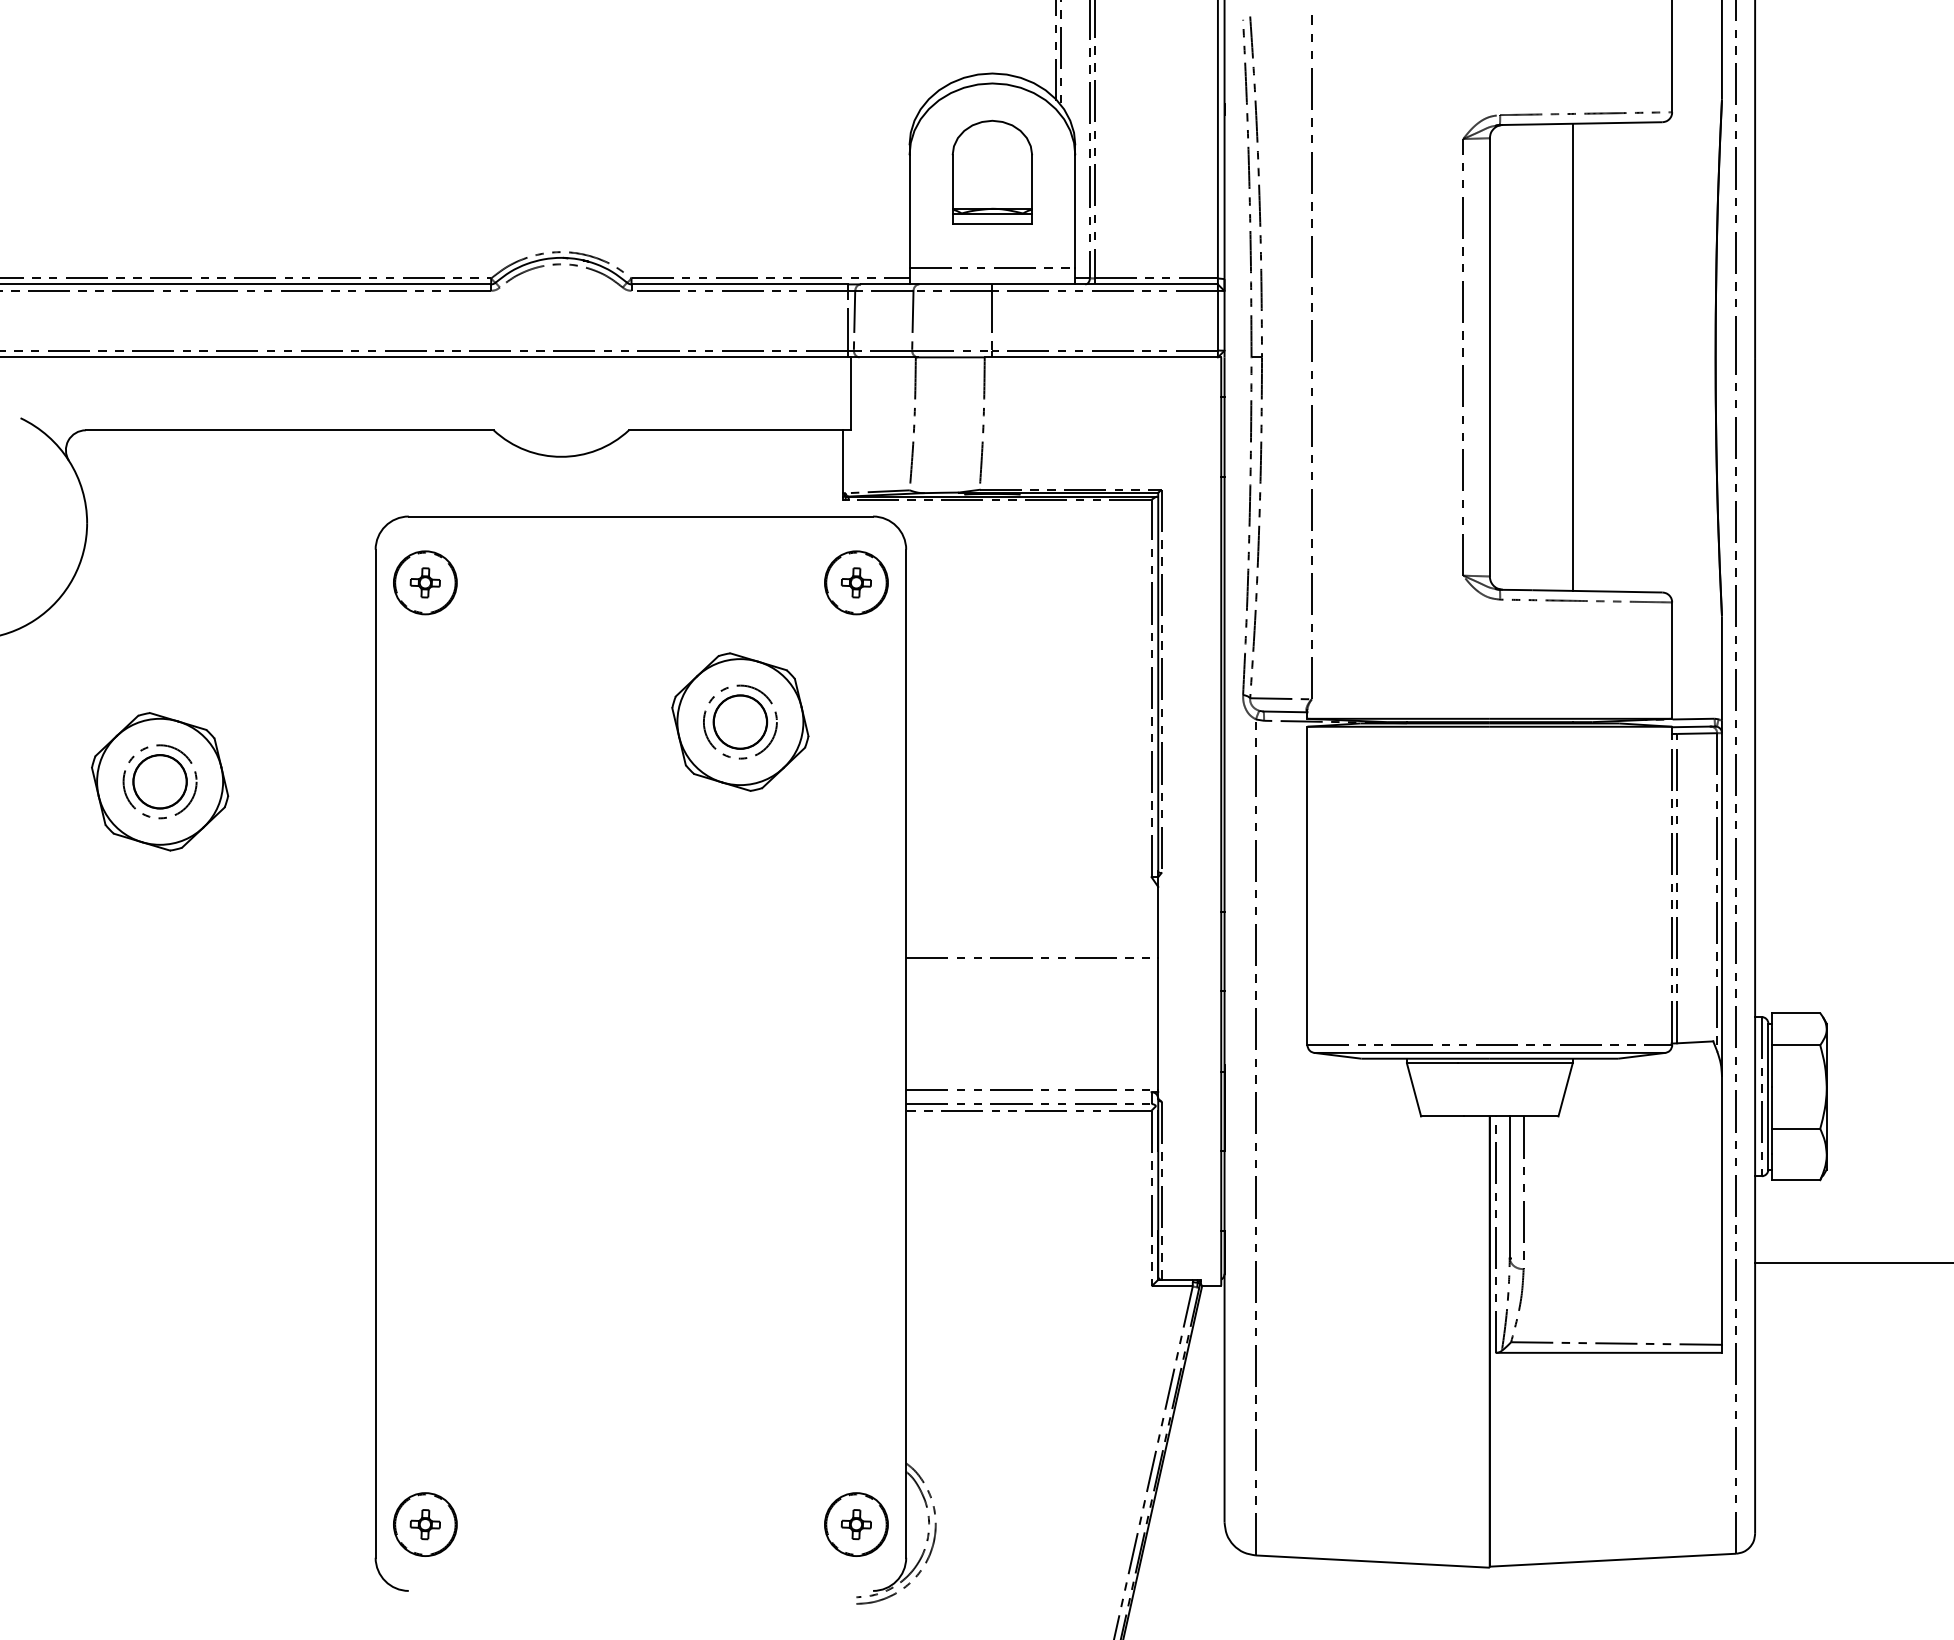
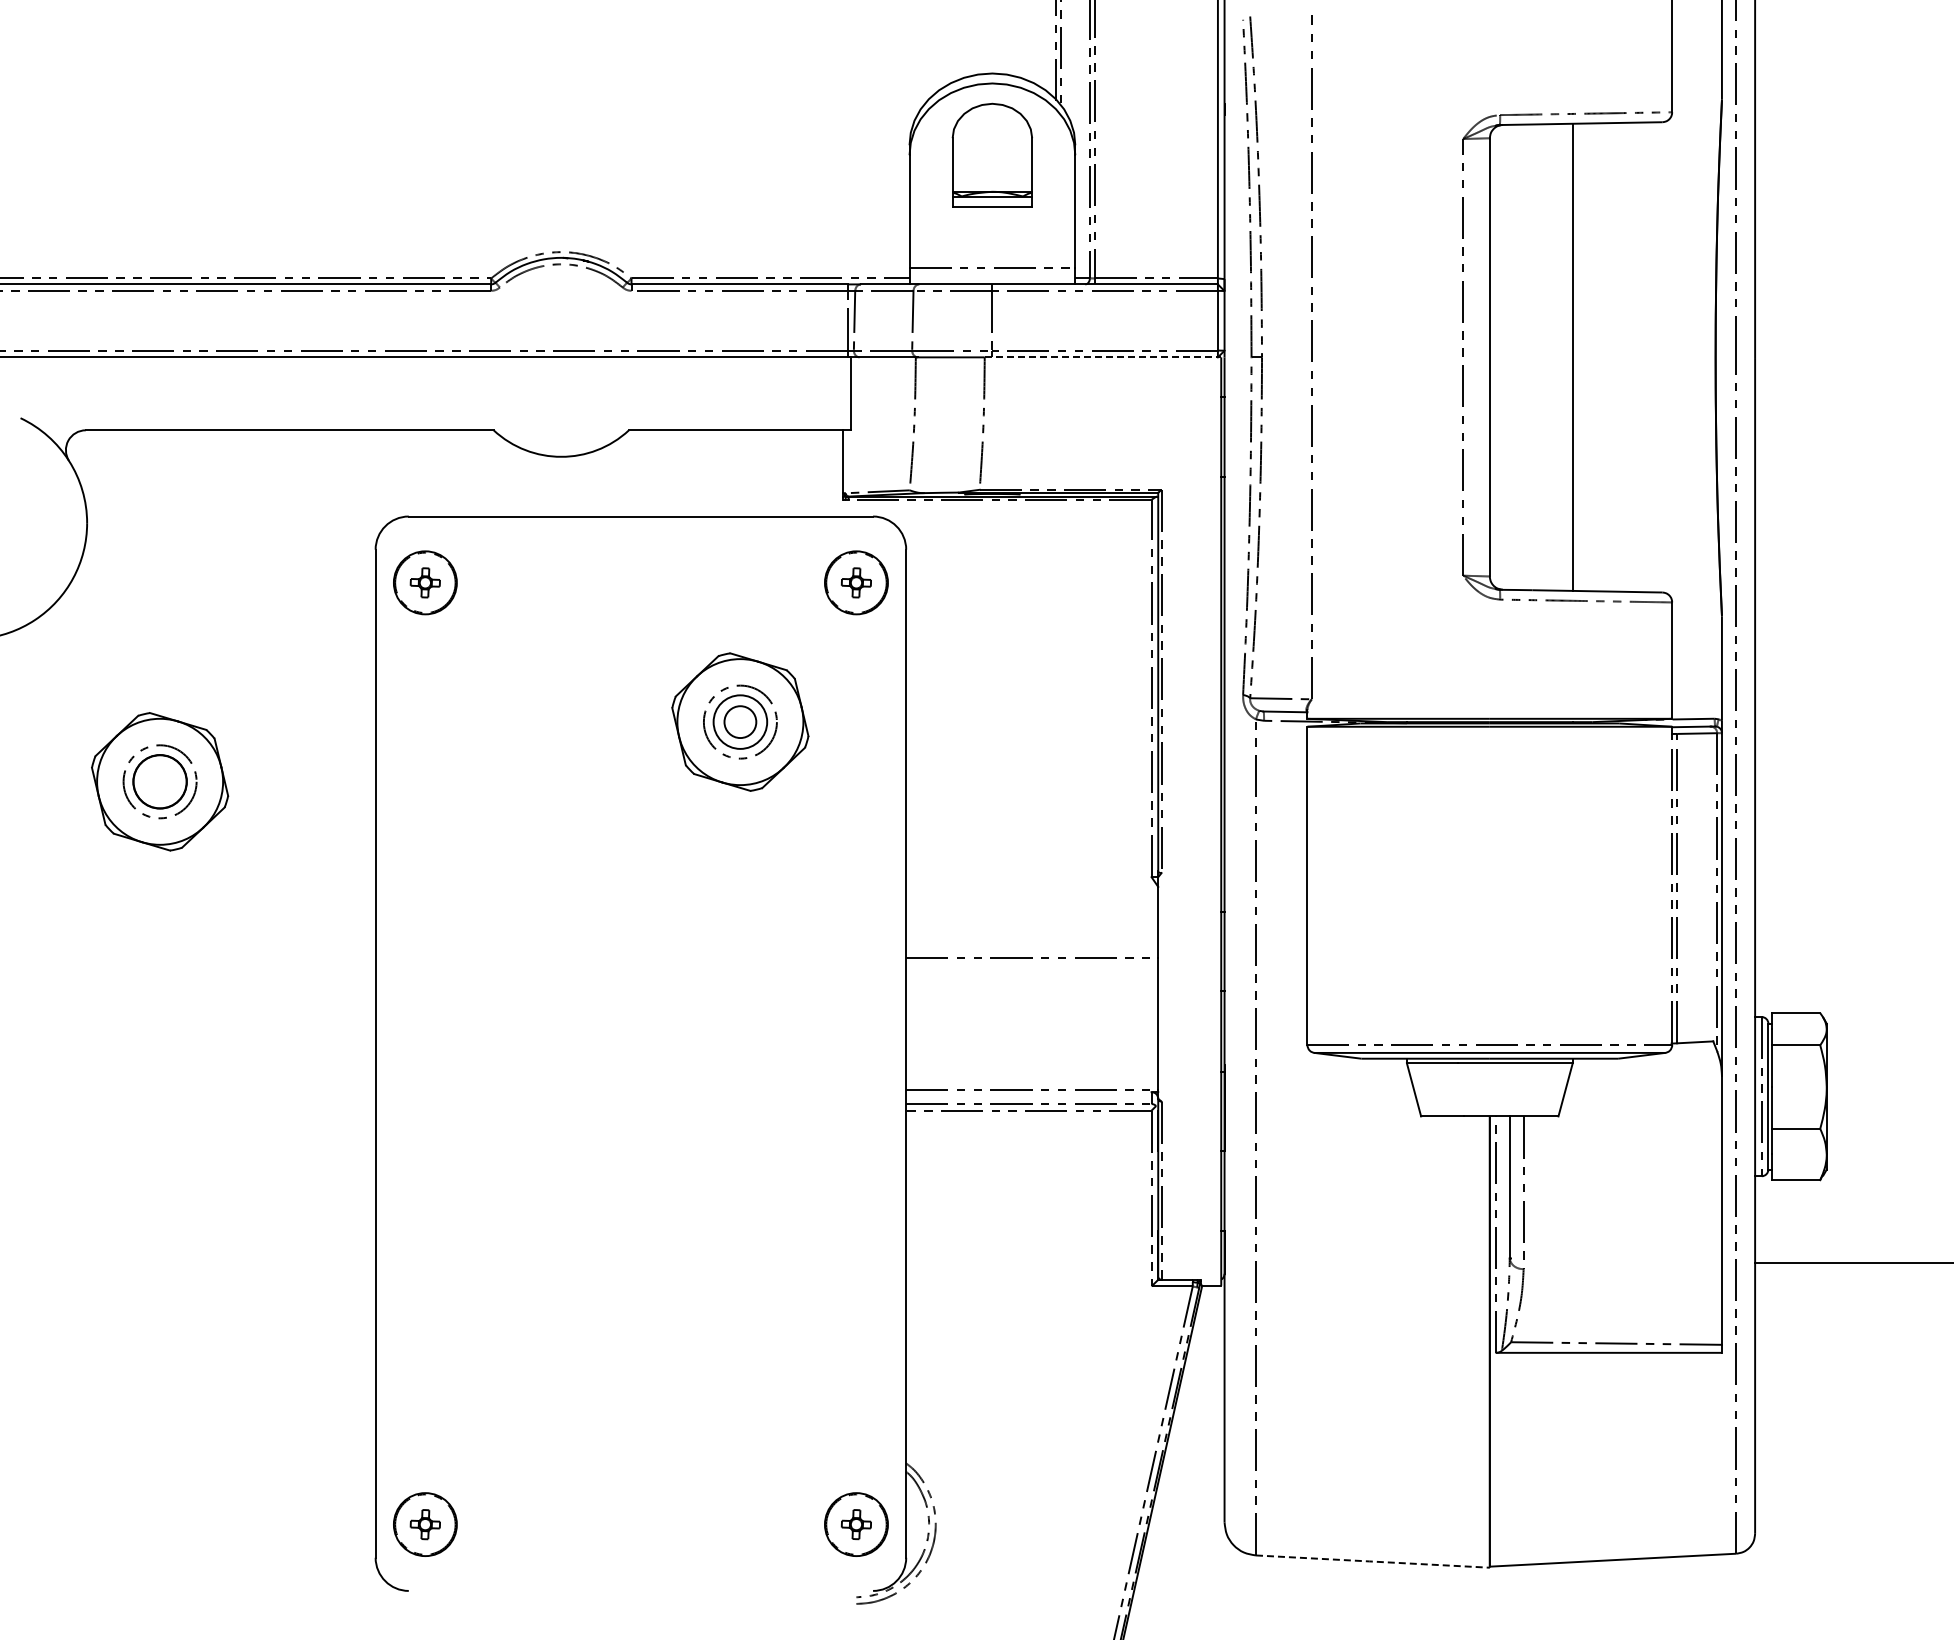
part at (991, 171) position: (991, 171) -> (991, 154)
line at (1103, 357): solid -> dashed
circle at (739, 721) diameter: 53 px -> 32 px
line at (1372, 1561): solid -> dashed
